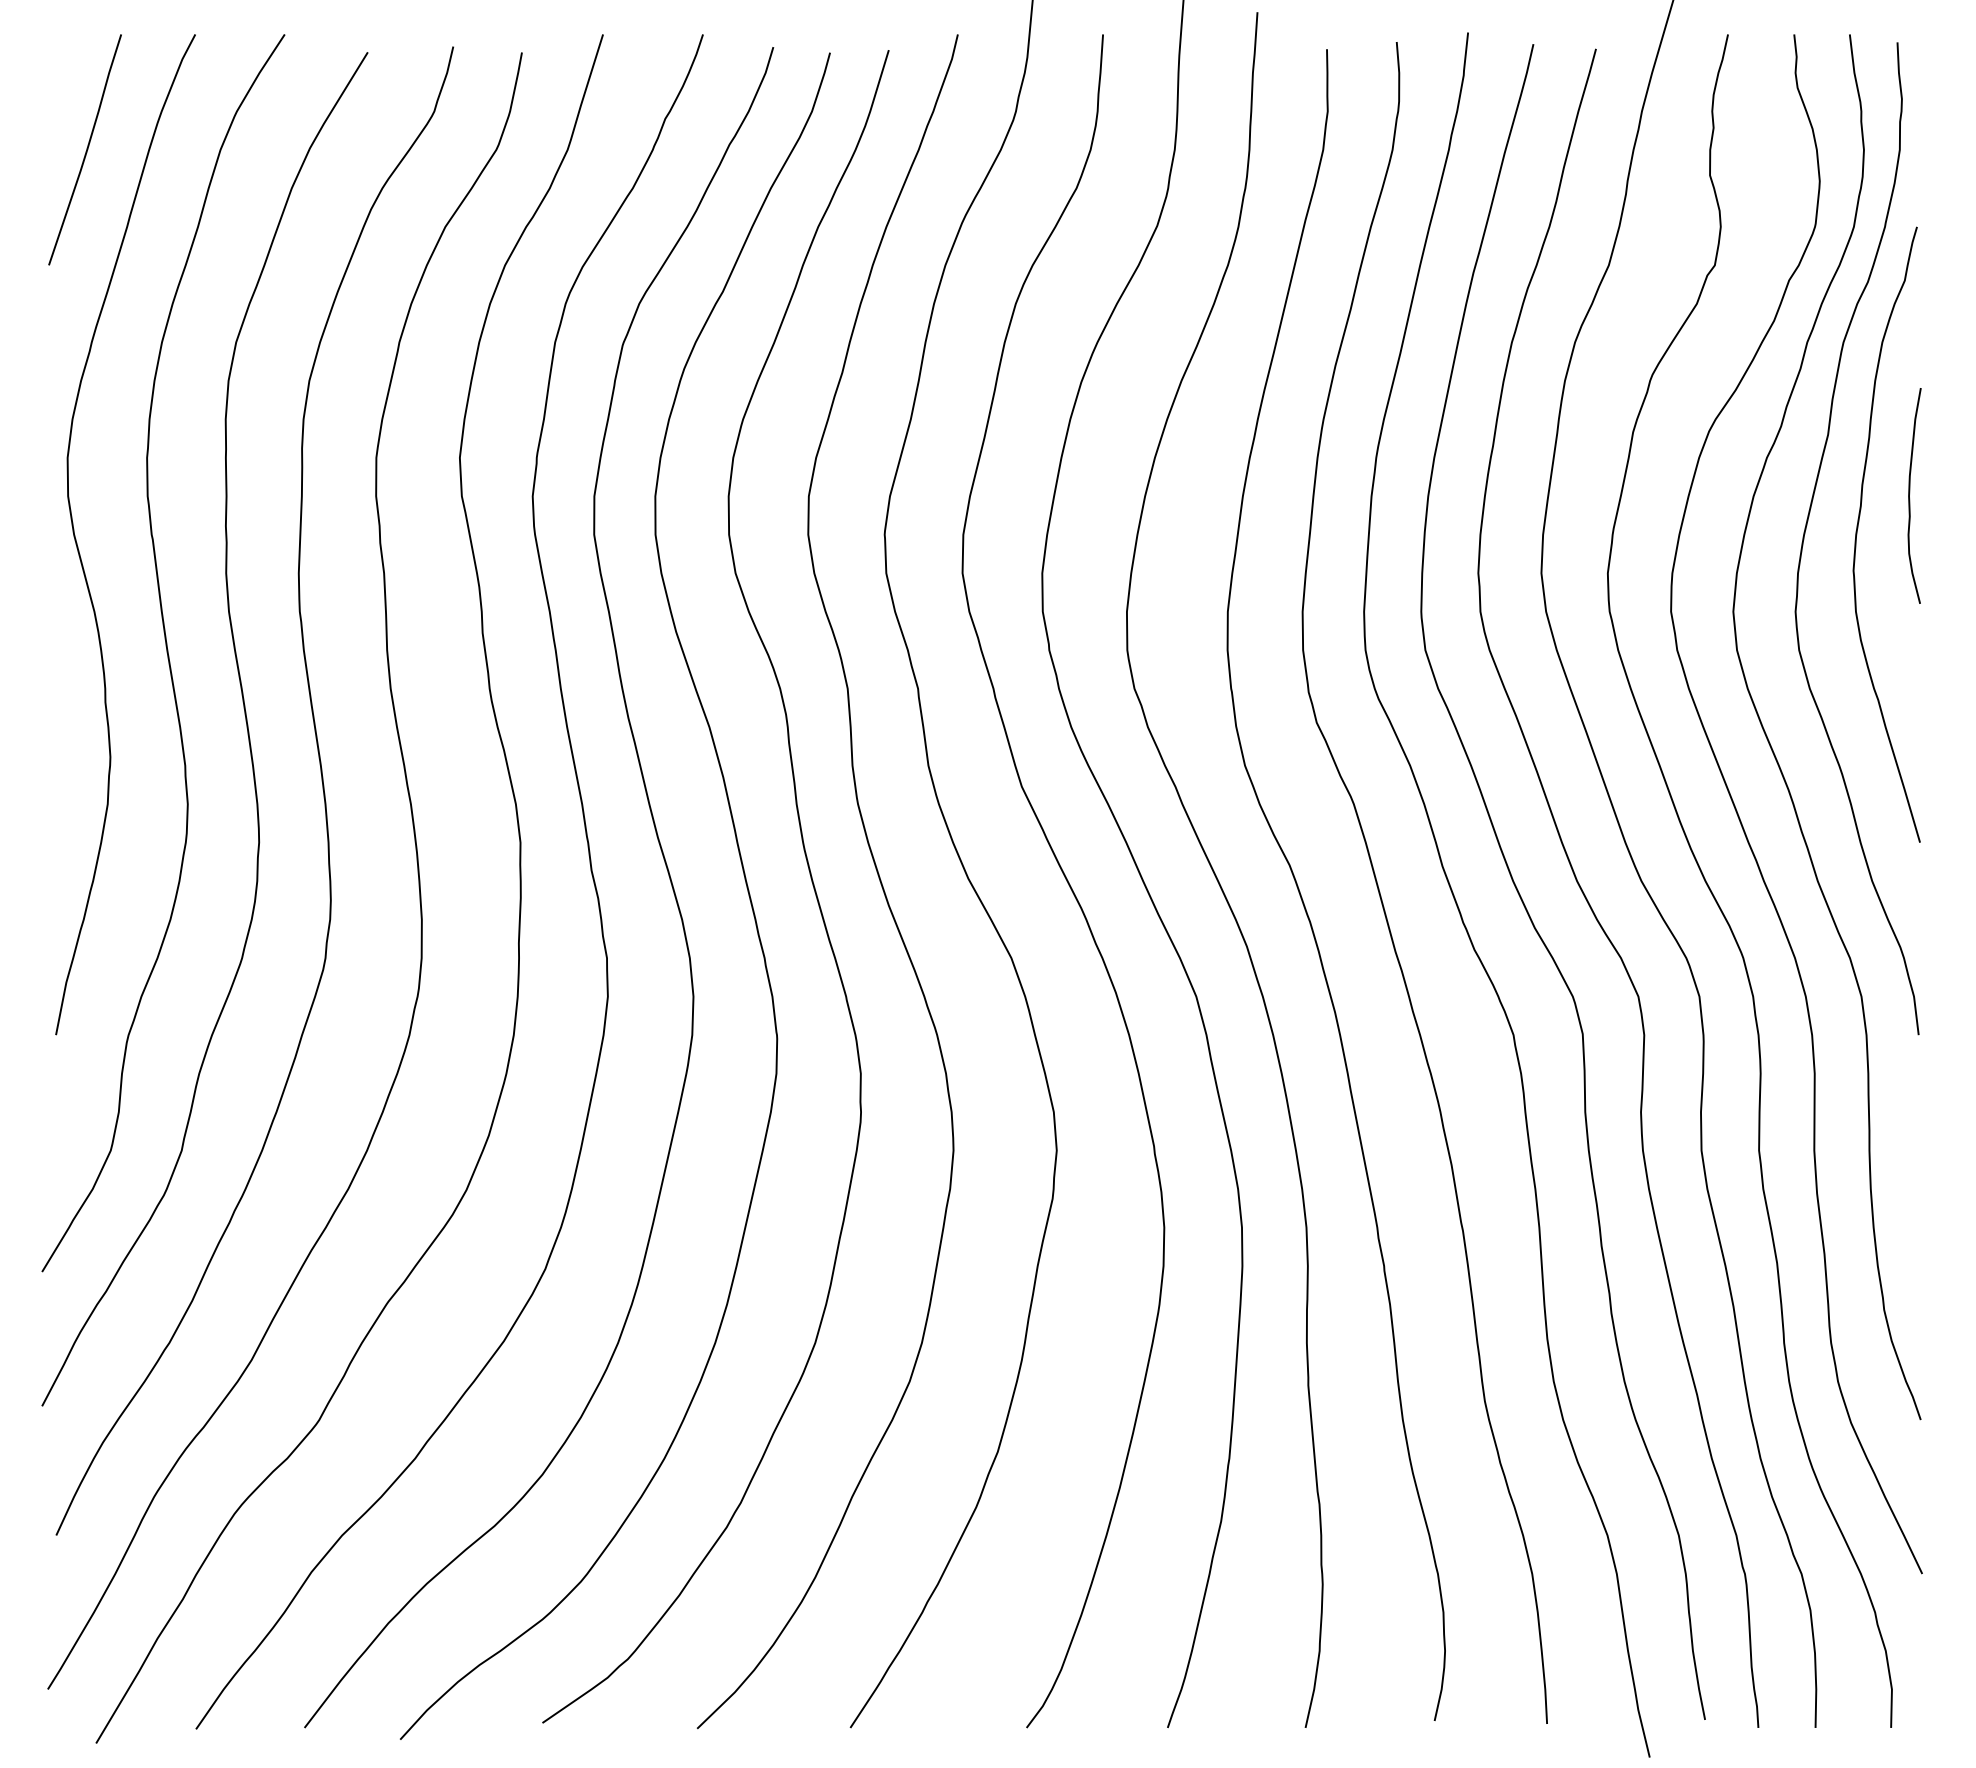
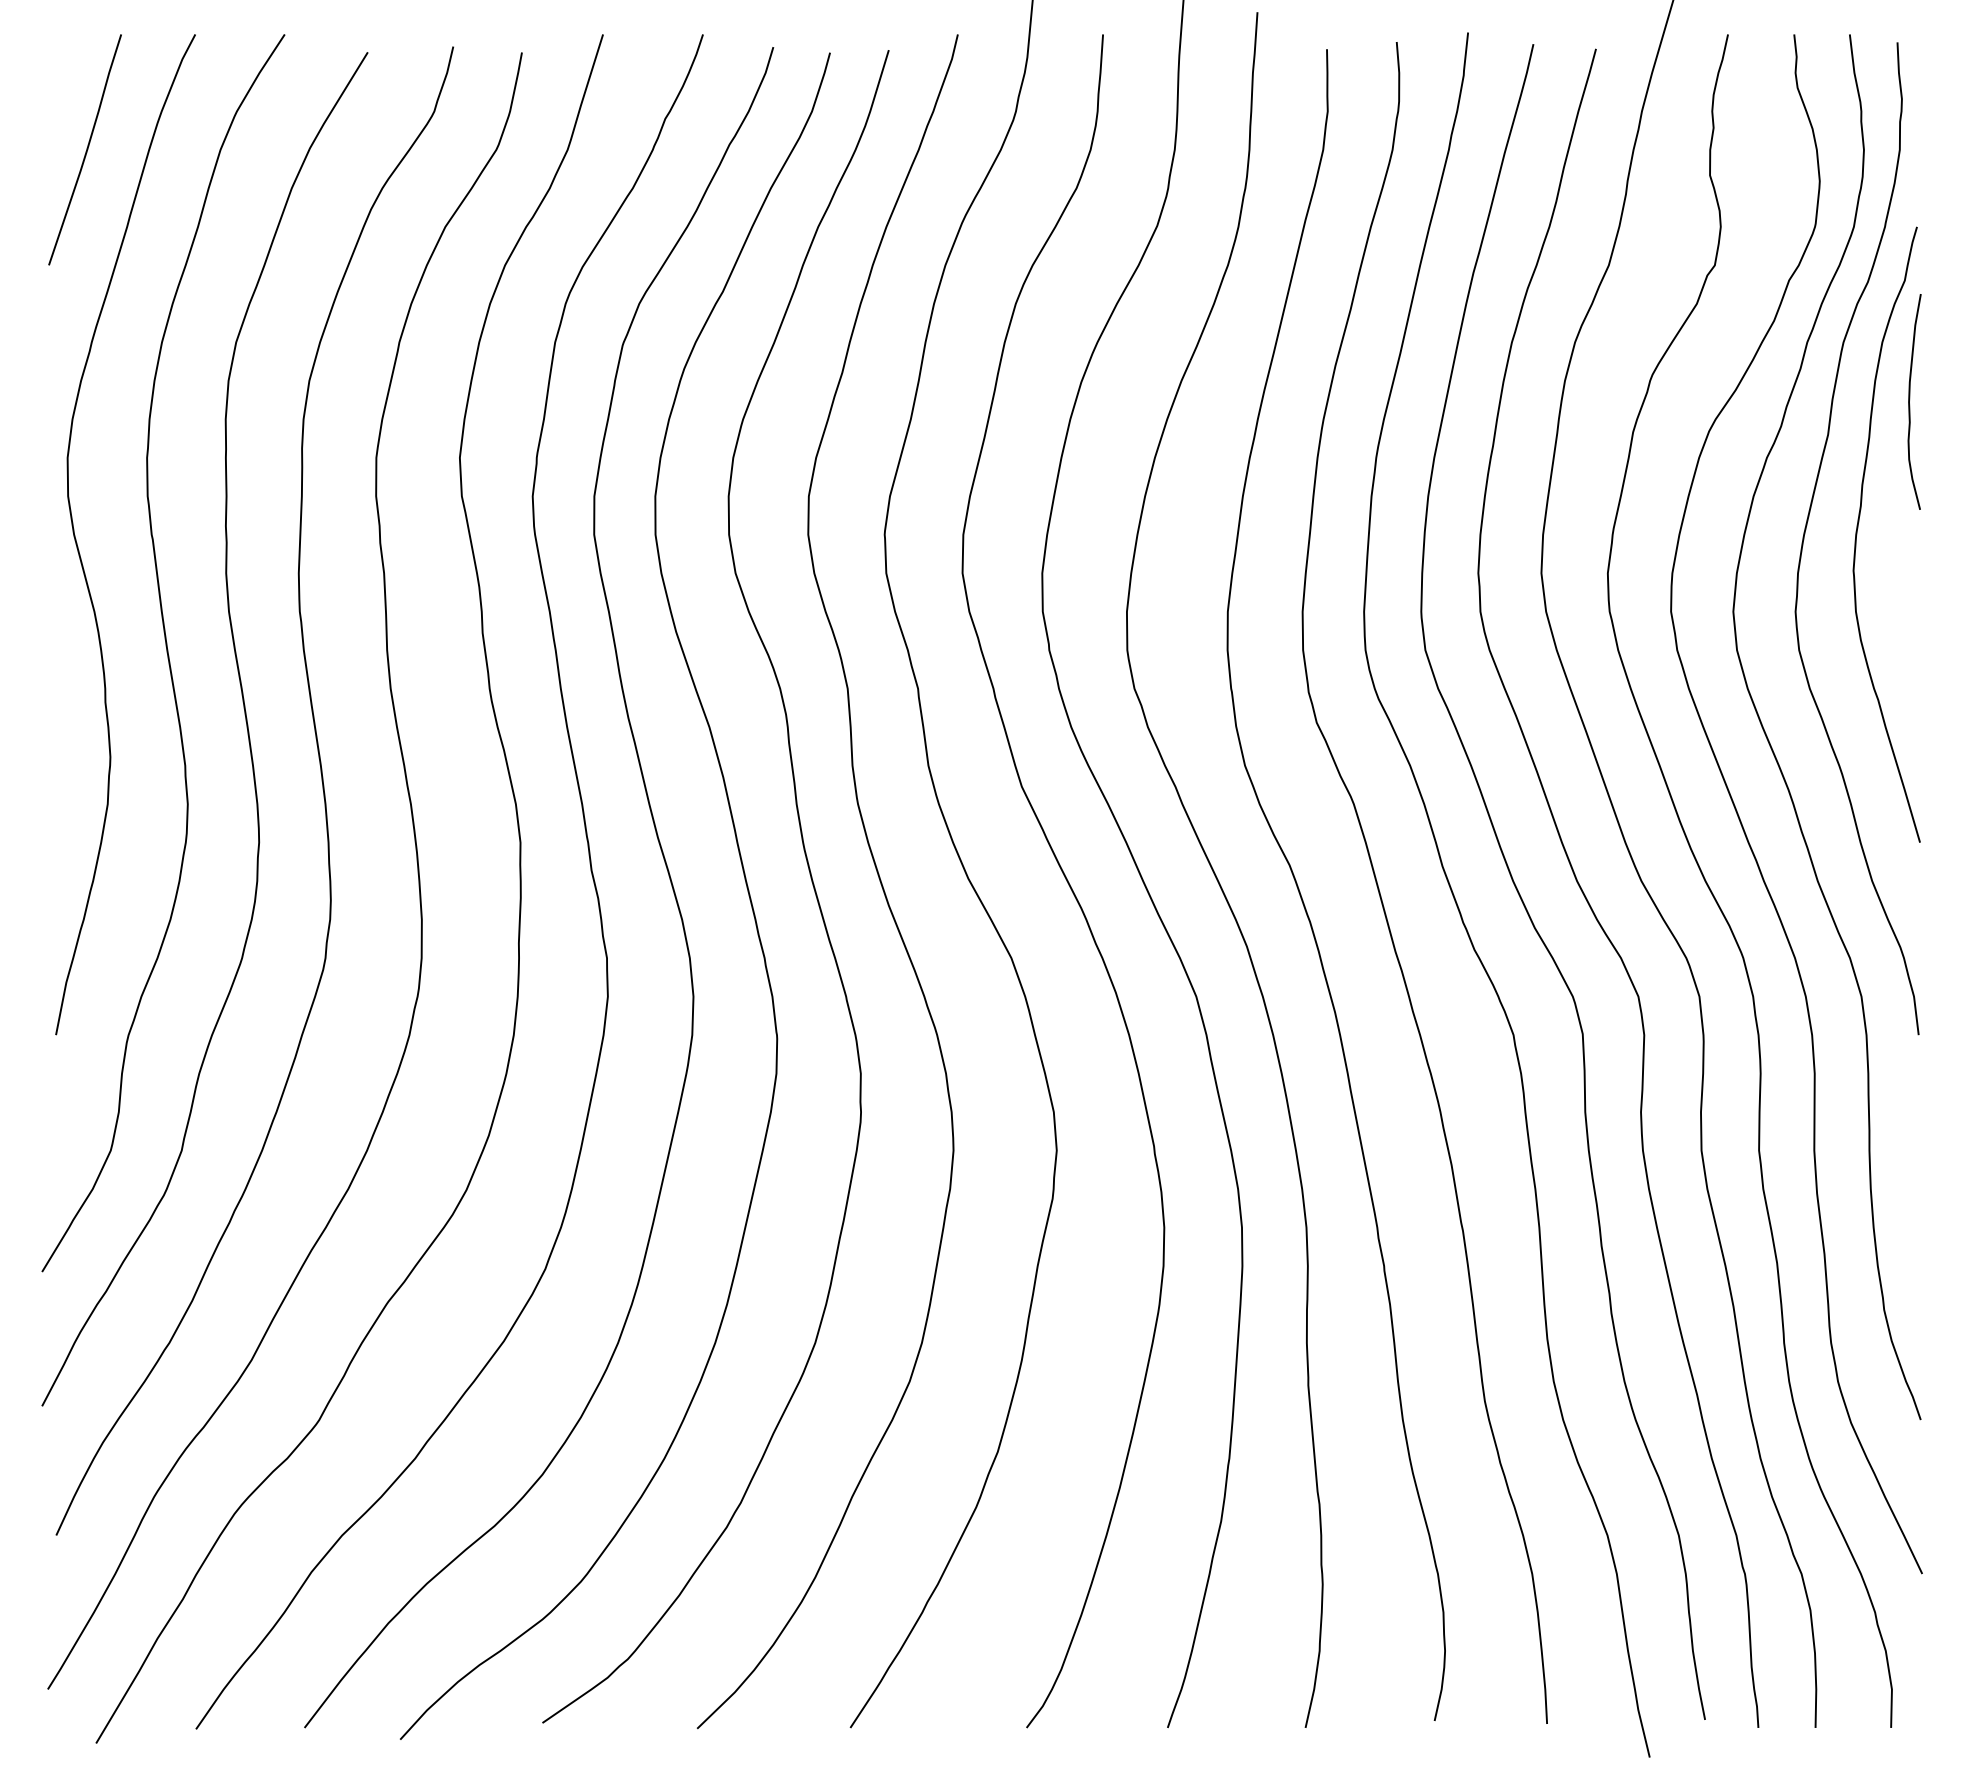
curve at (1910, 493) position: (1910, 493) -> (1910, 399)
